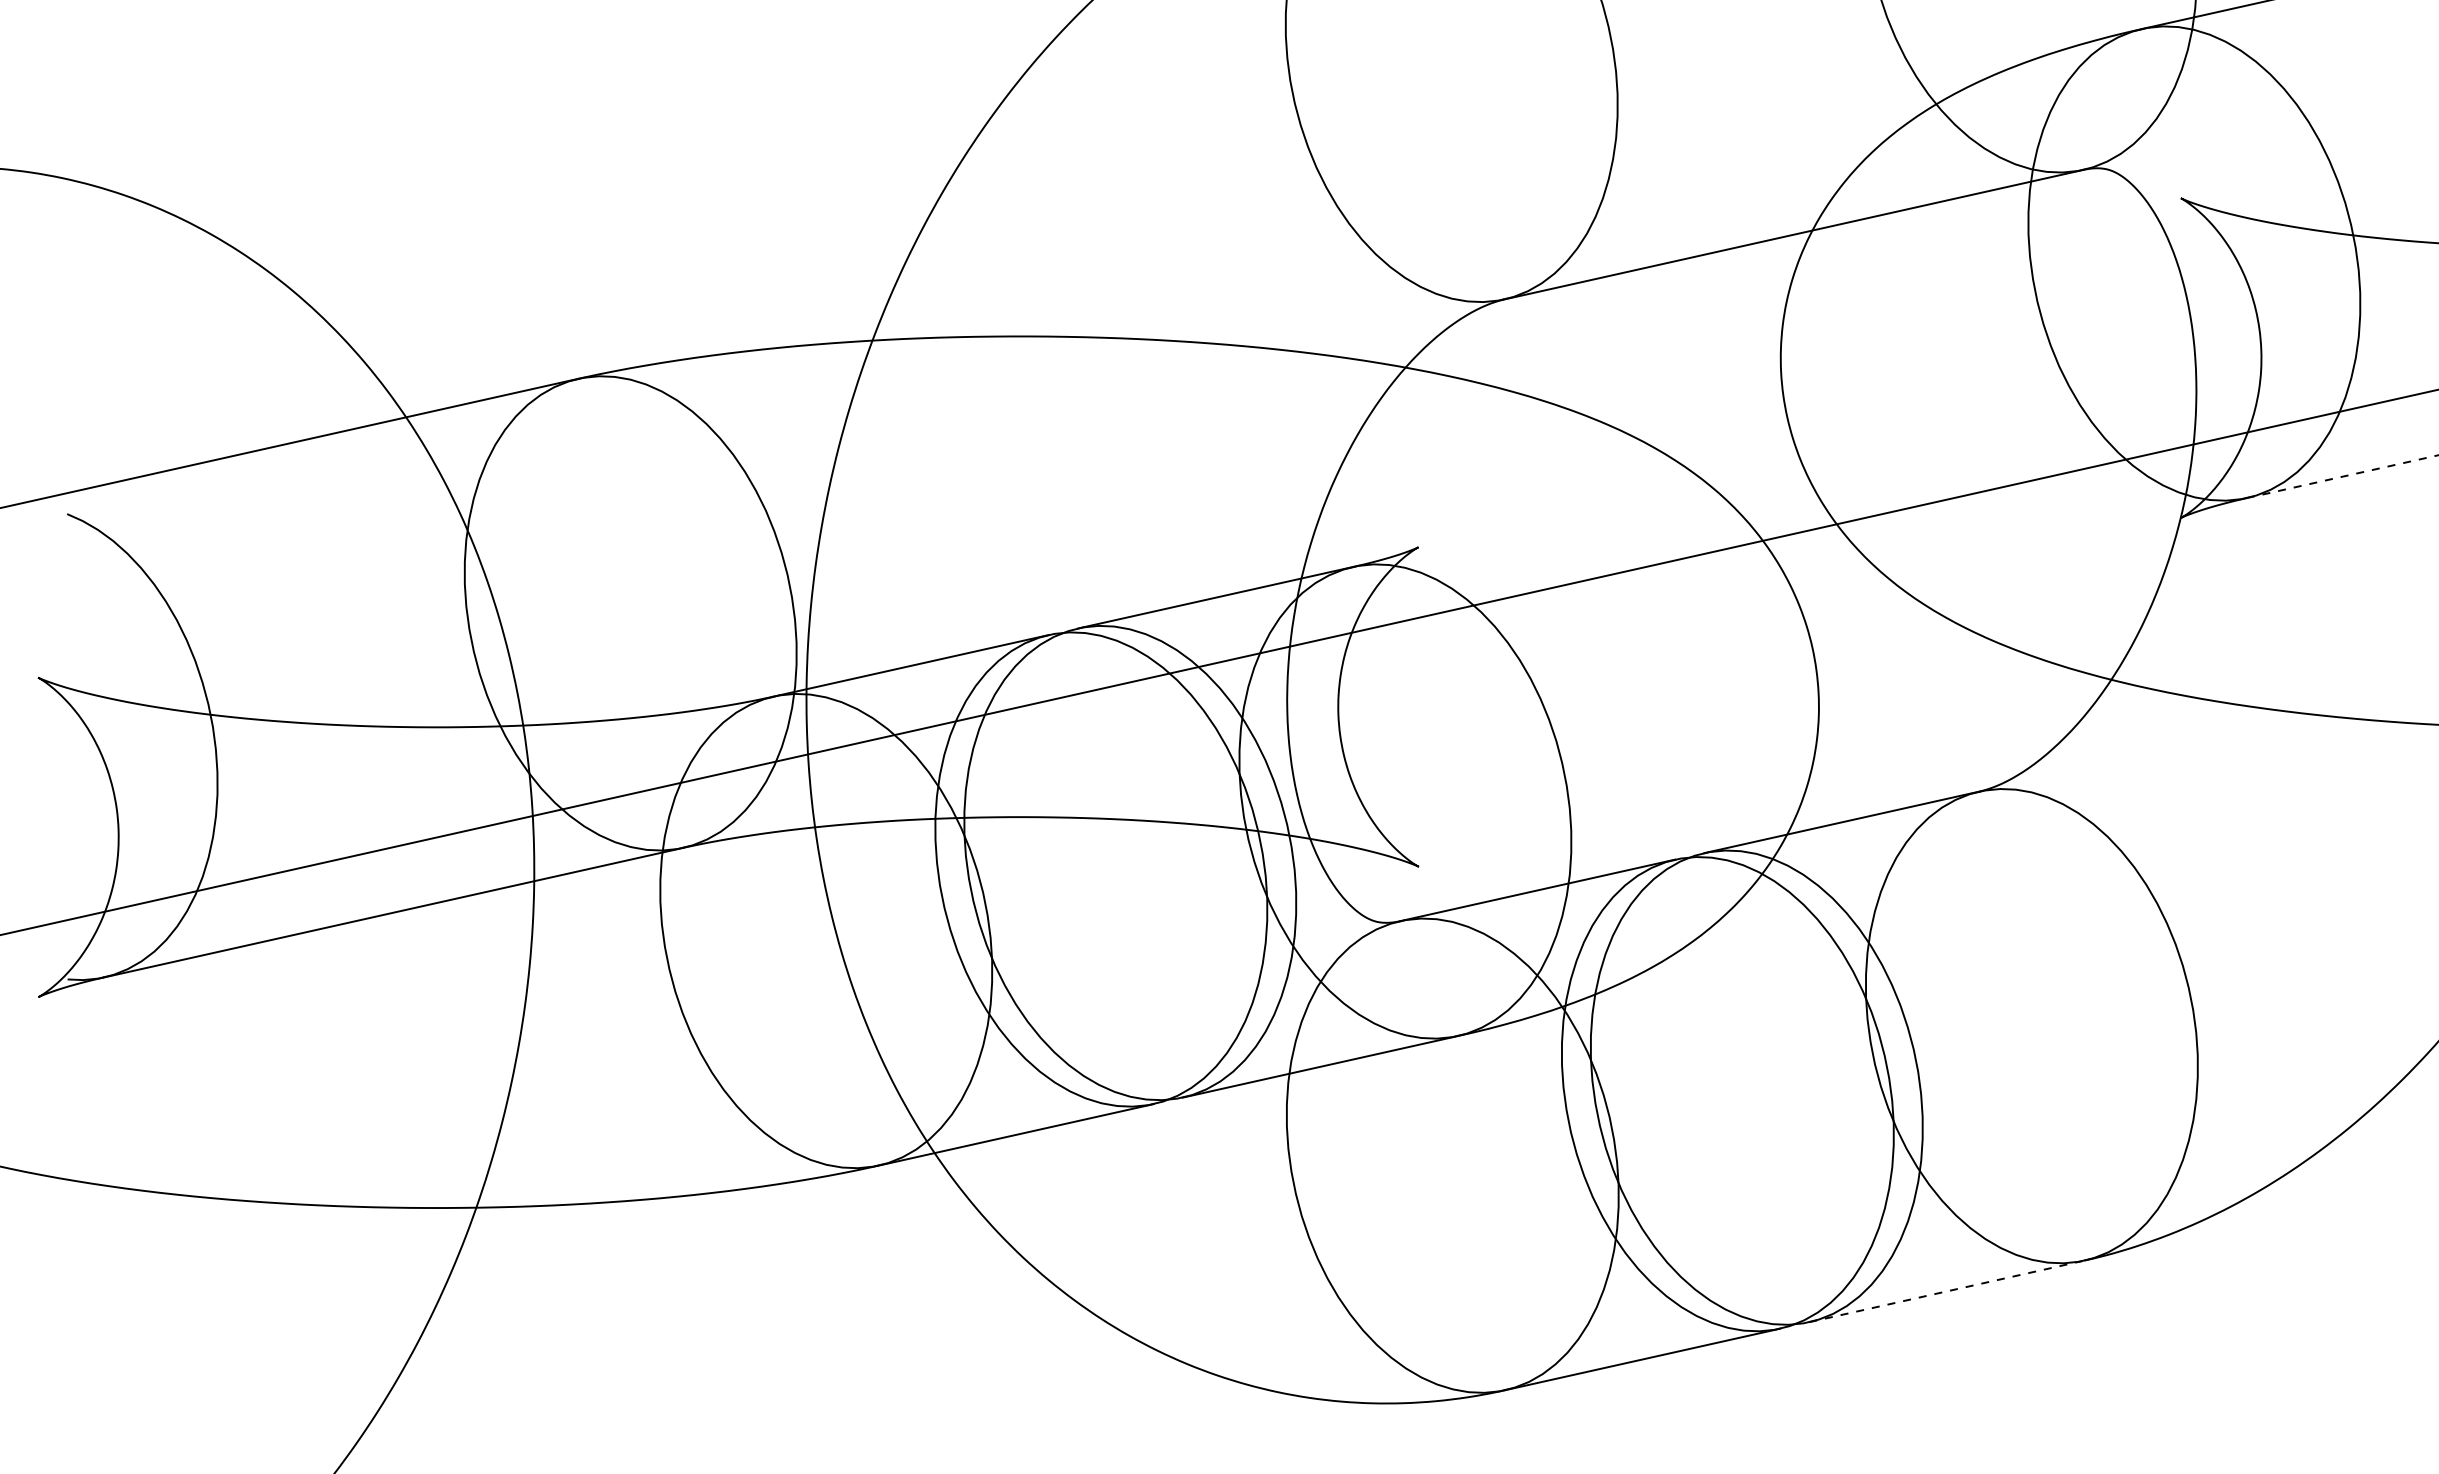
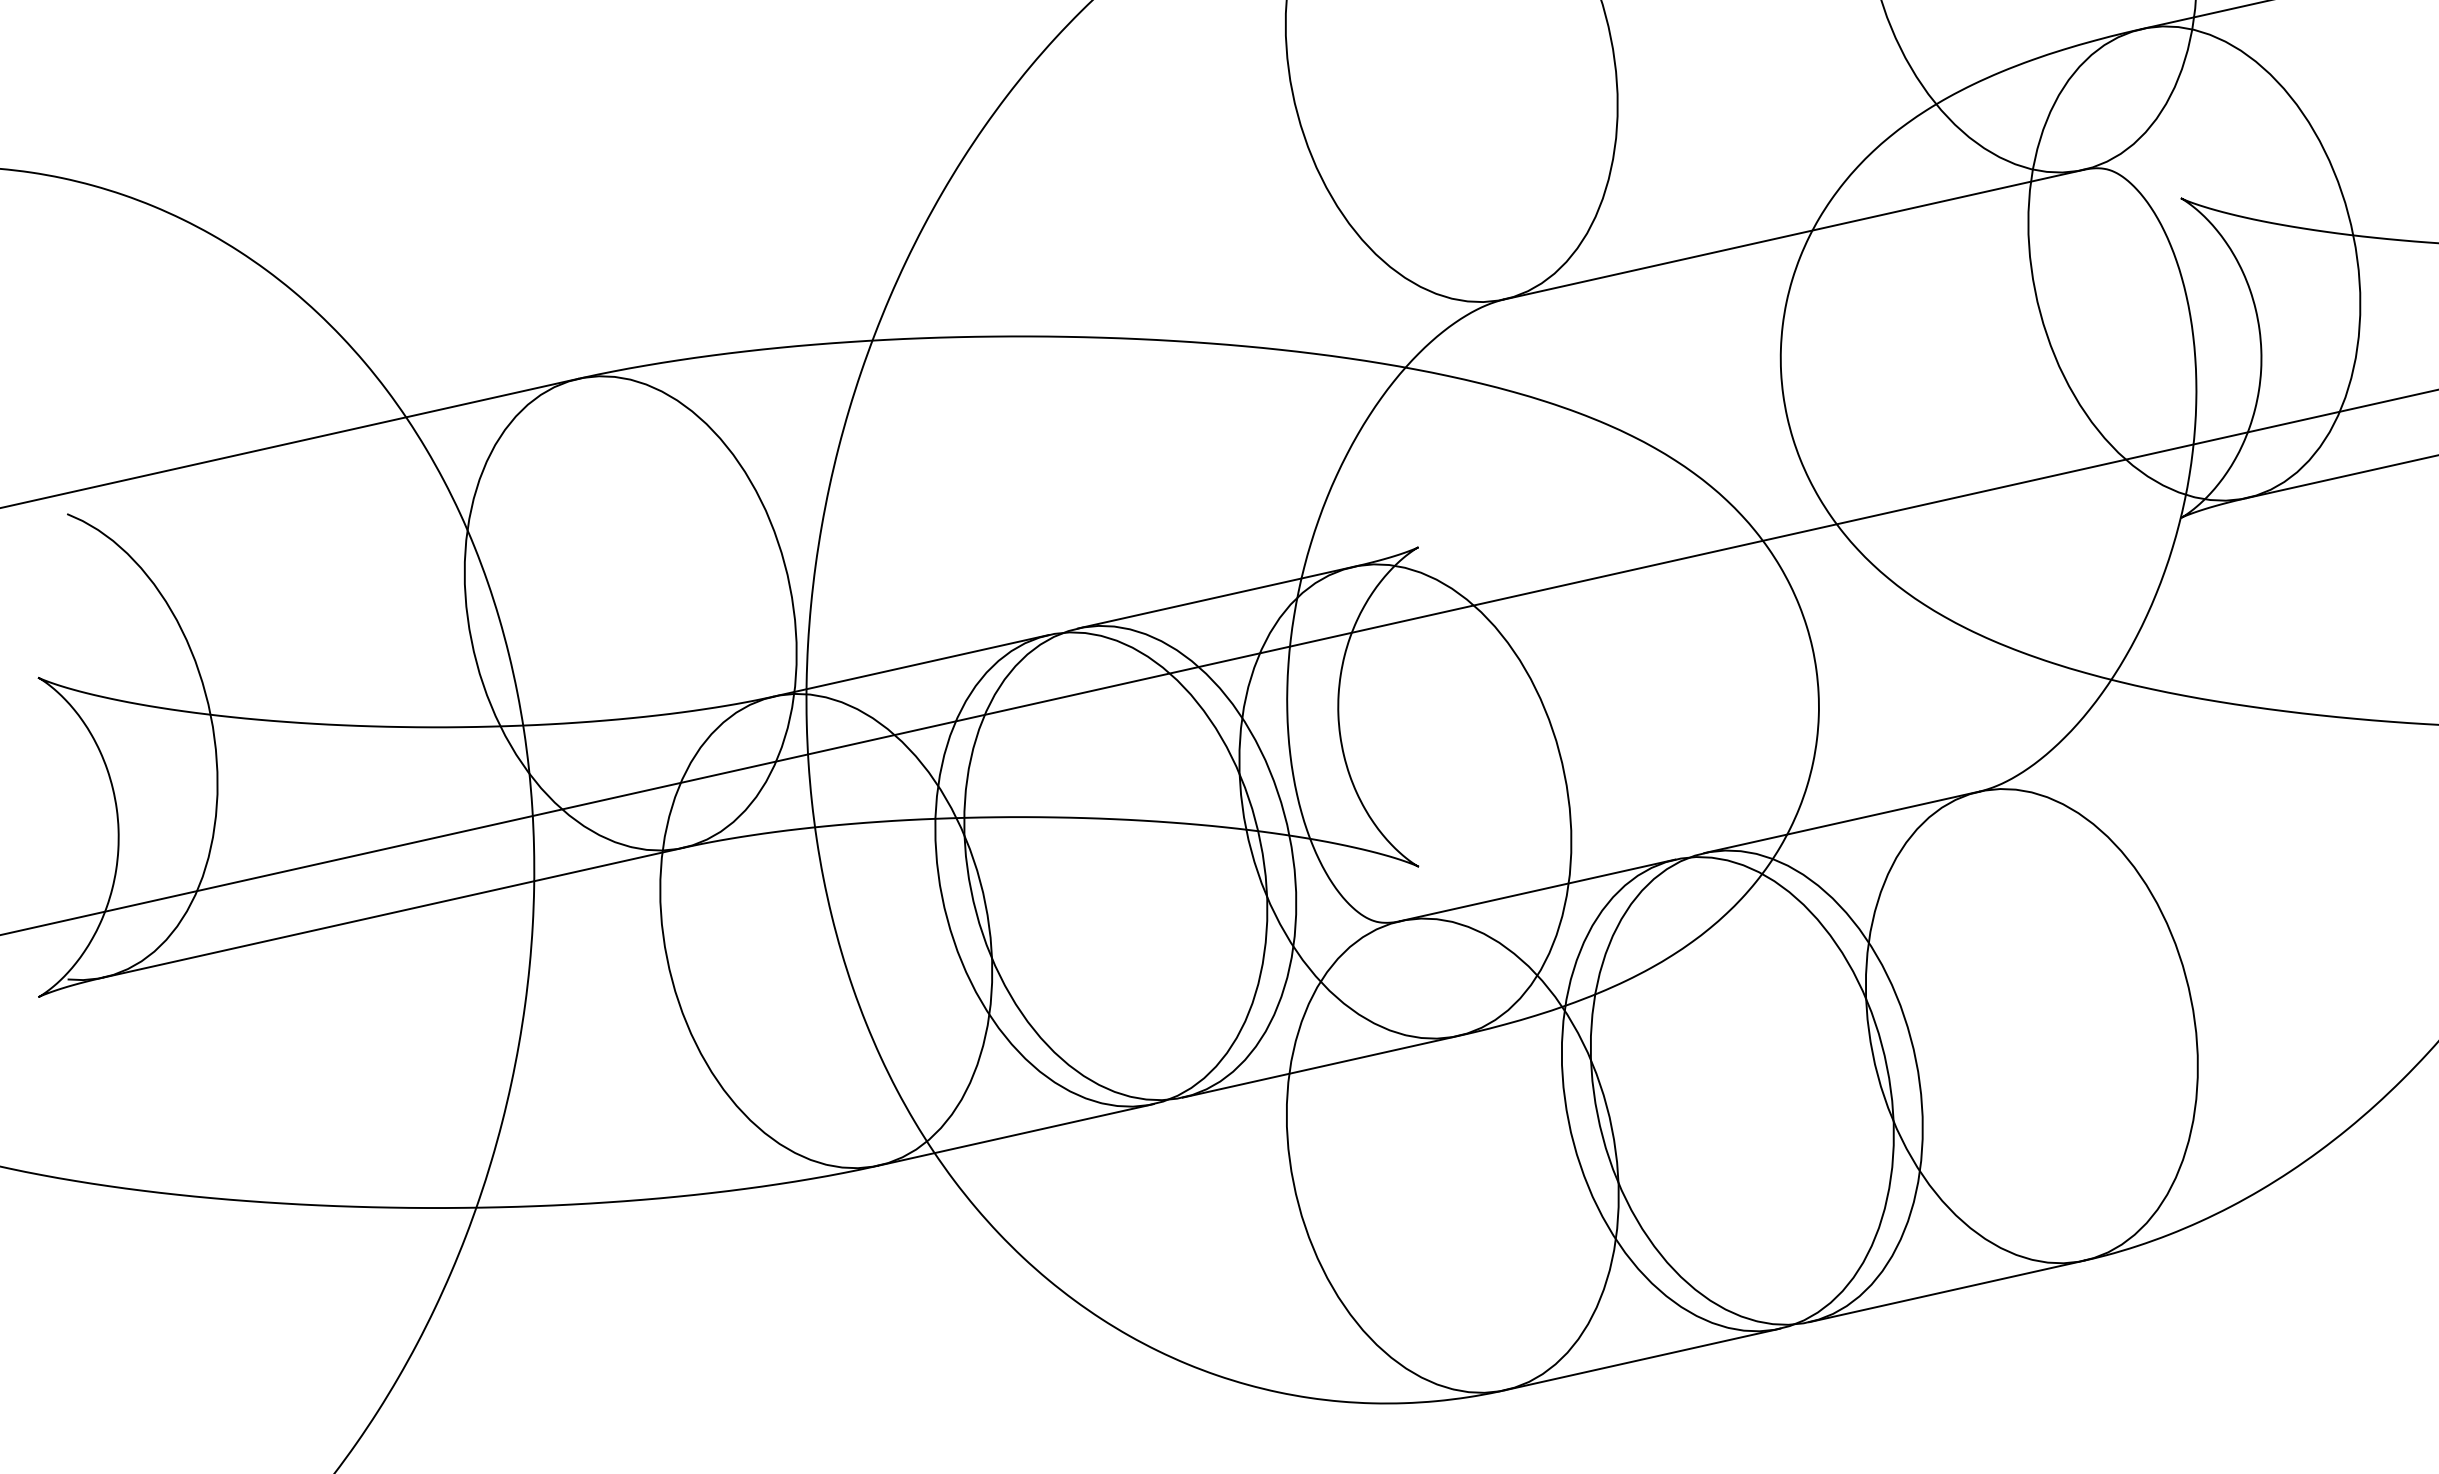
line at (2343, 476): dashed -> solid
line at (1946, 1291): dashed -> solid
